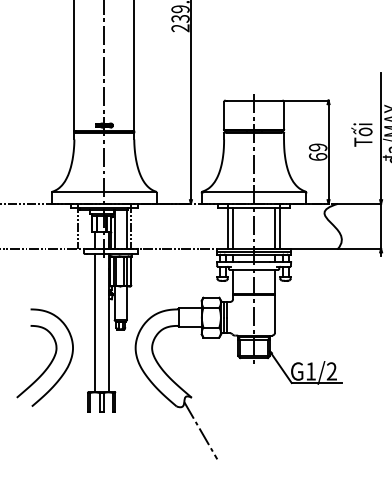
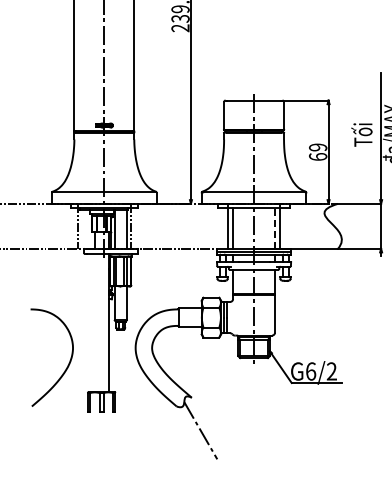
line at (275, 228): solid -> dashed
line at (94, 322): present -> none
curve at (46, 367): present -> none
text at (311, 371): G1/2 -> G6/2
